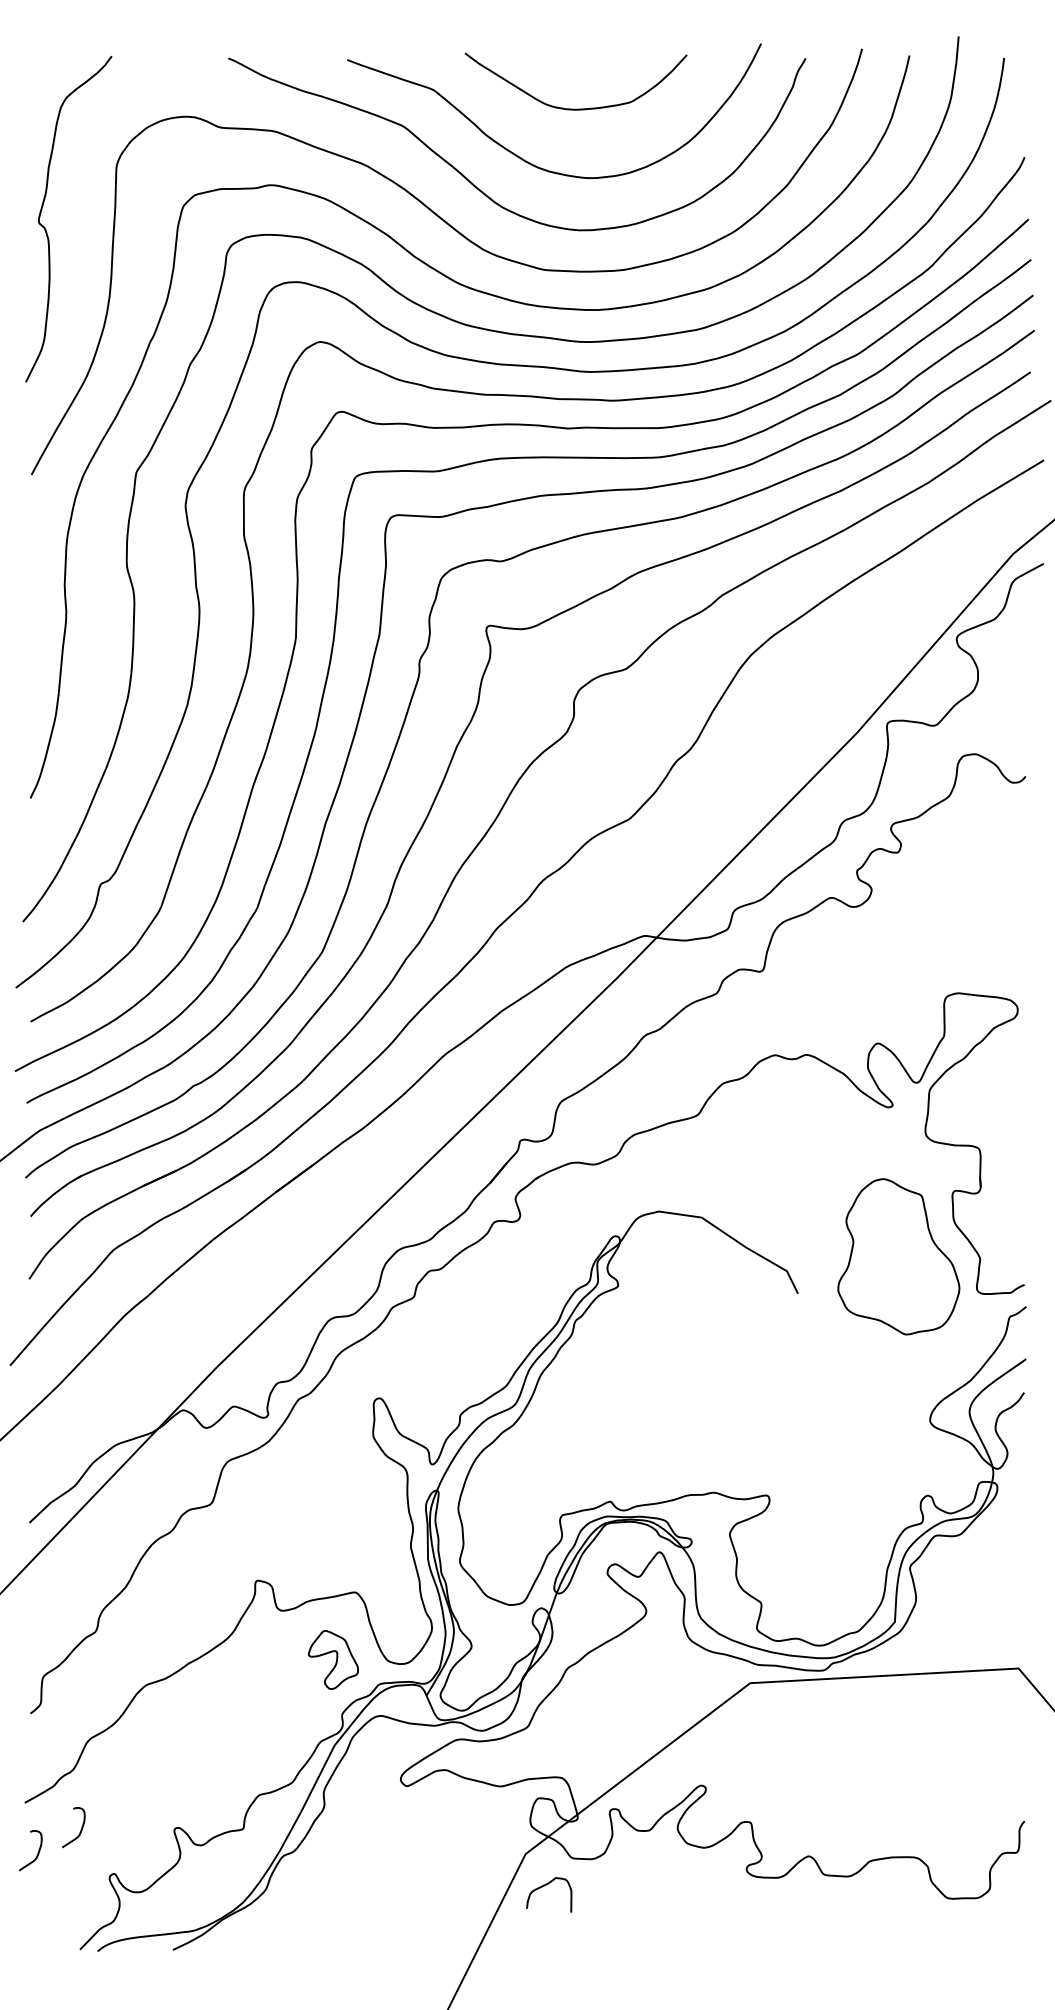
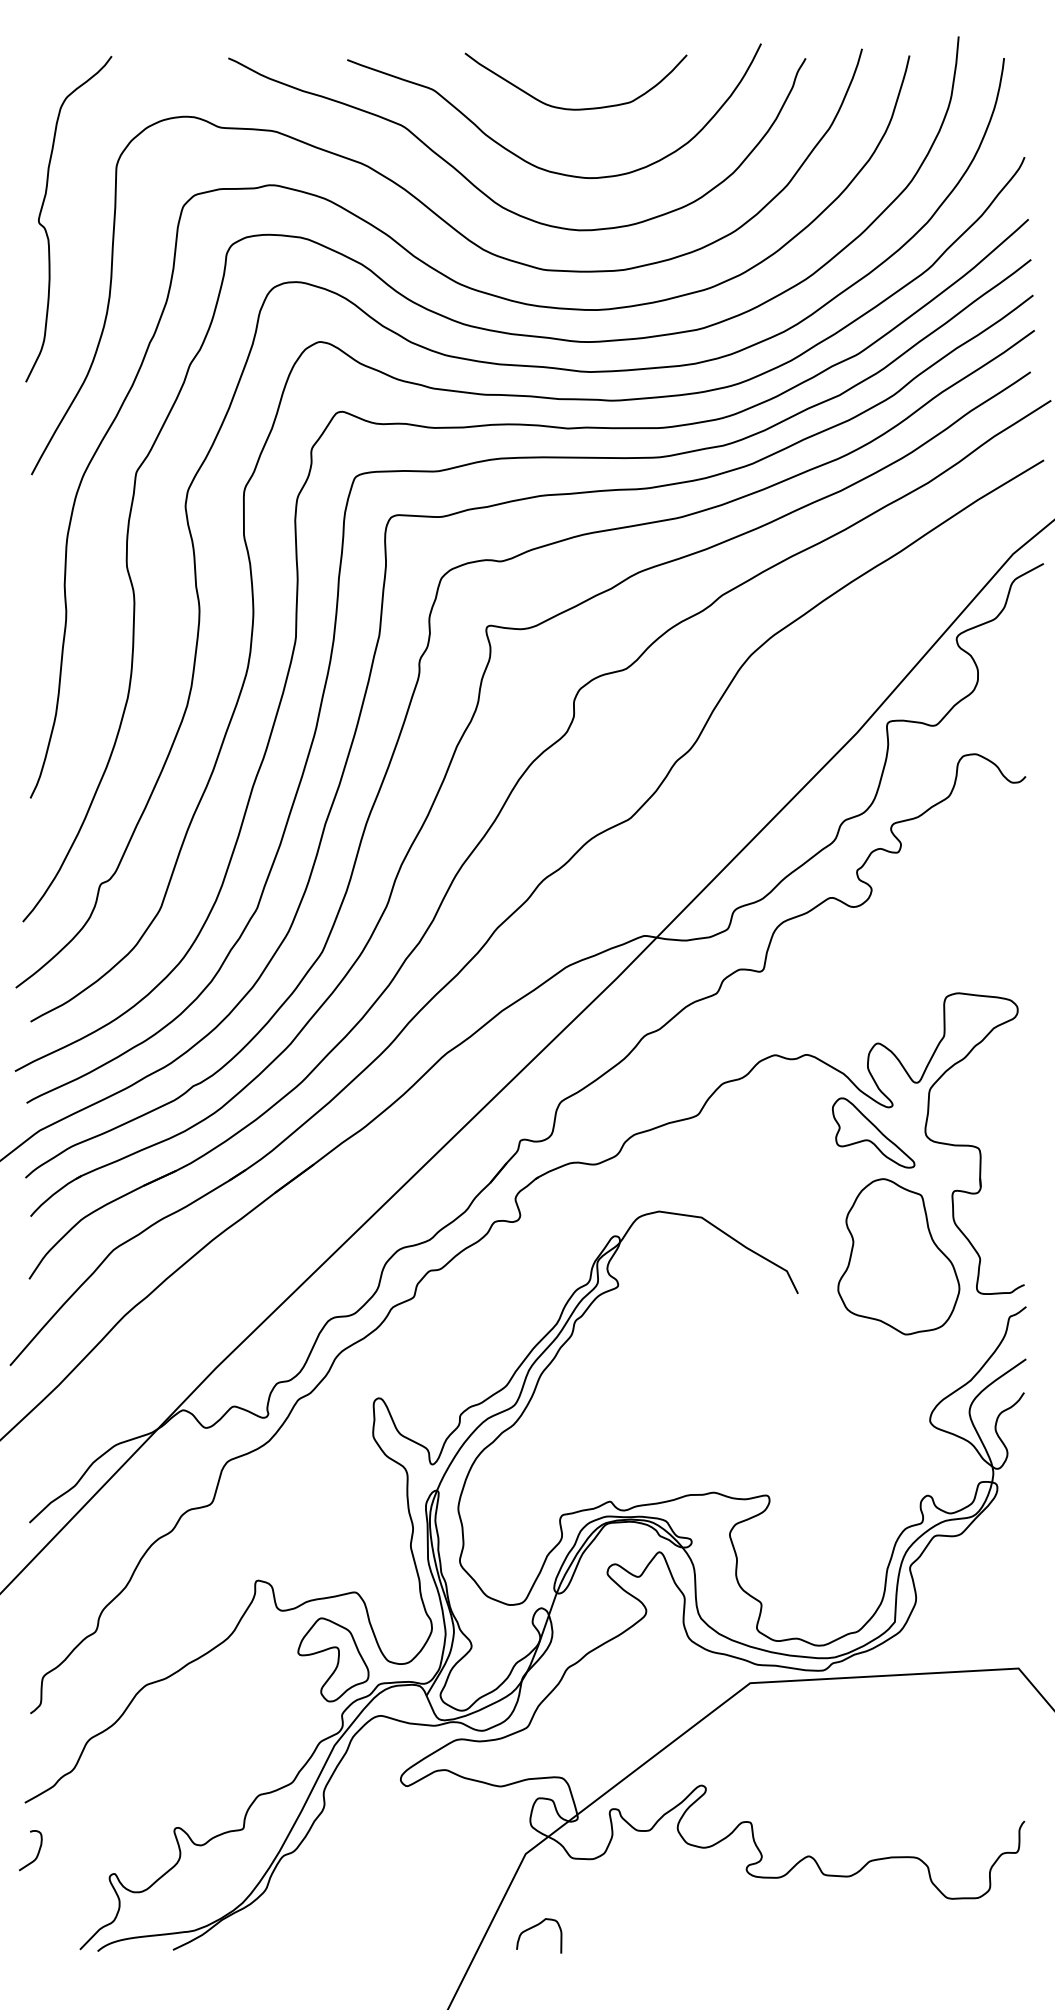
part at (873, 1132): none -> present
part at (333, 1659) size: 51x60 px -> 73x86 px
curve at (80, 1829): present -> none
curve at (544, 1886) position: (544, 1886) -> (534, 1927)
